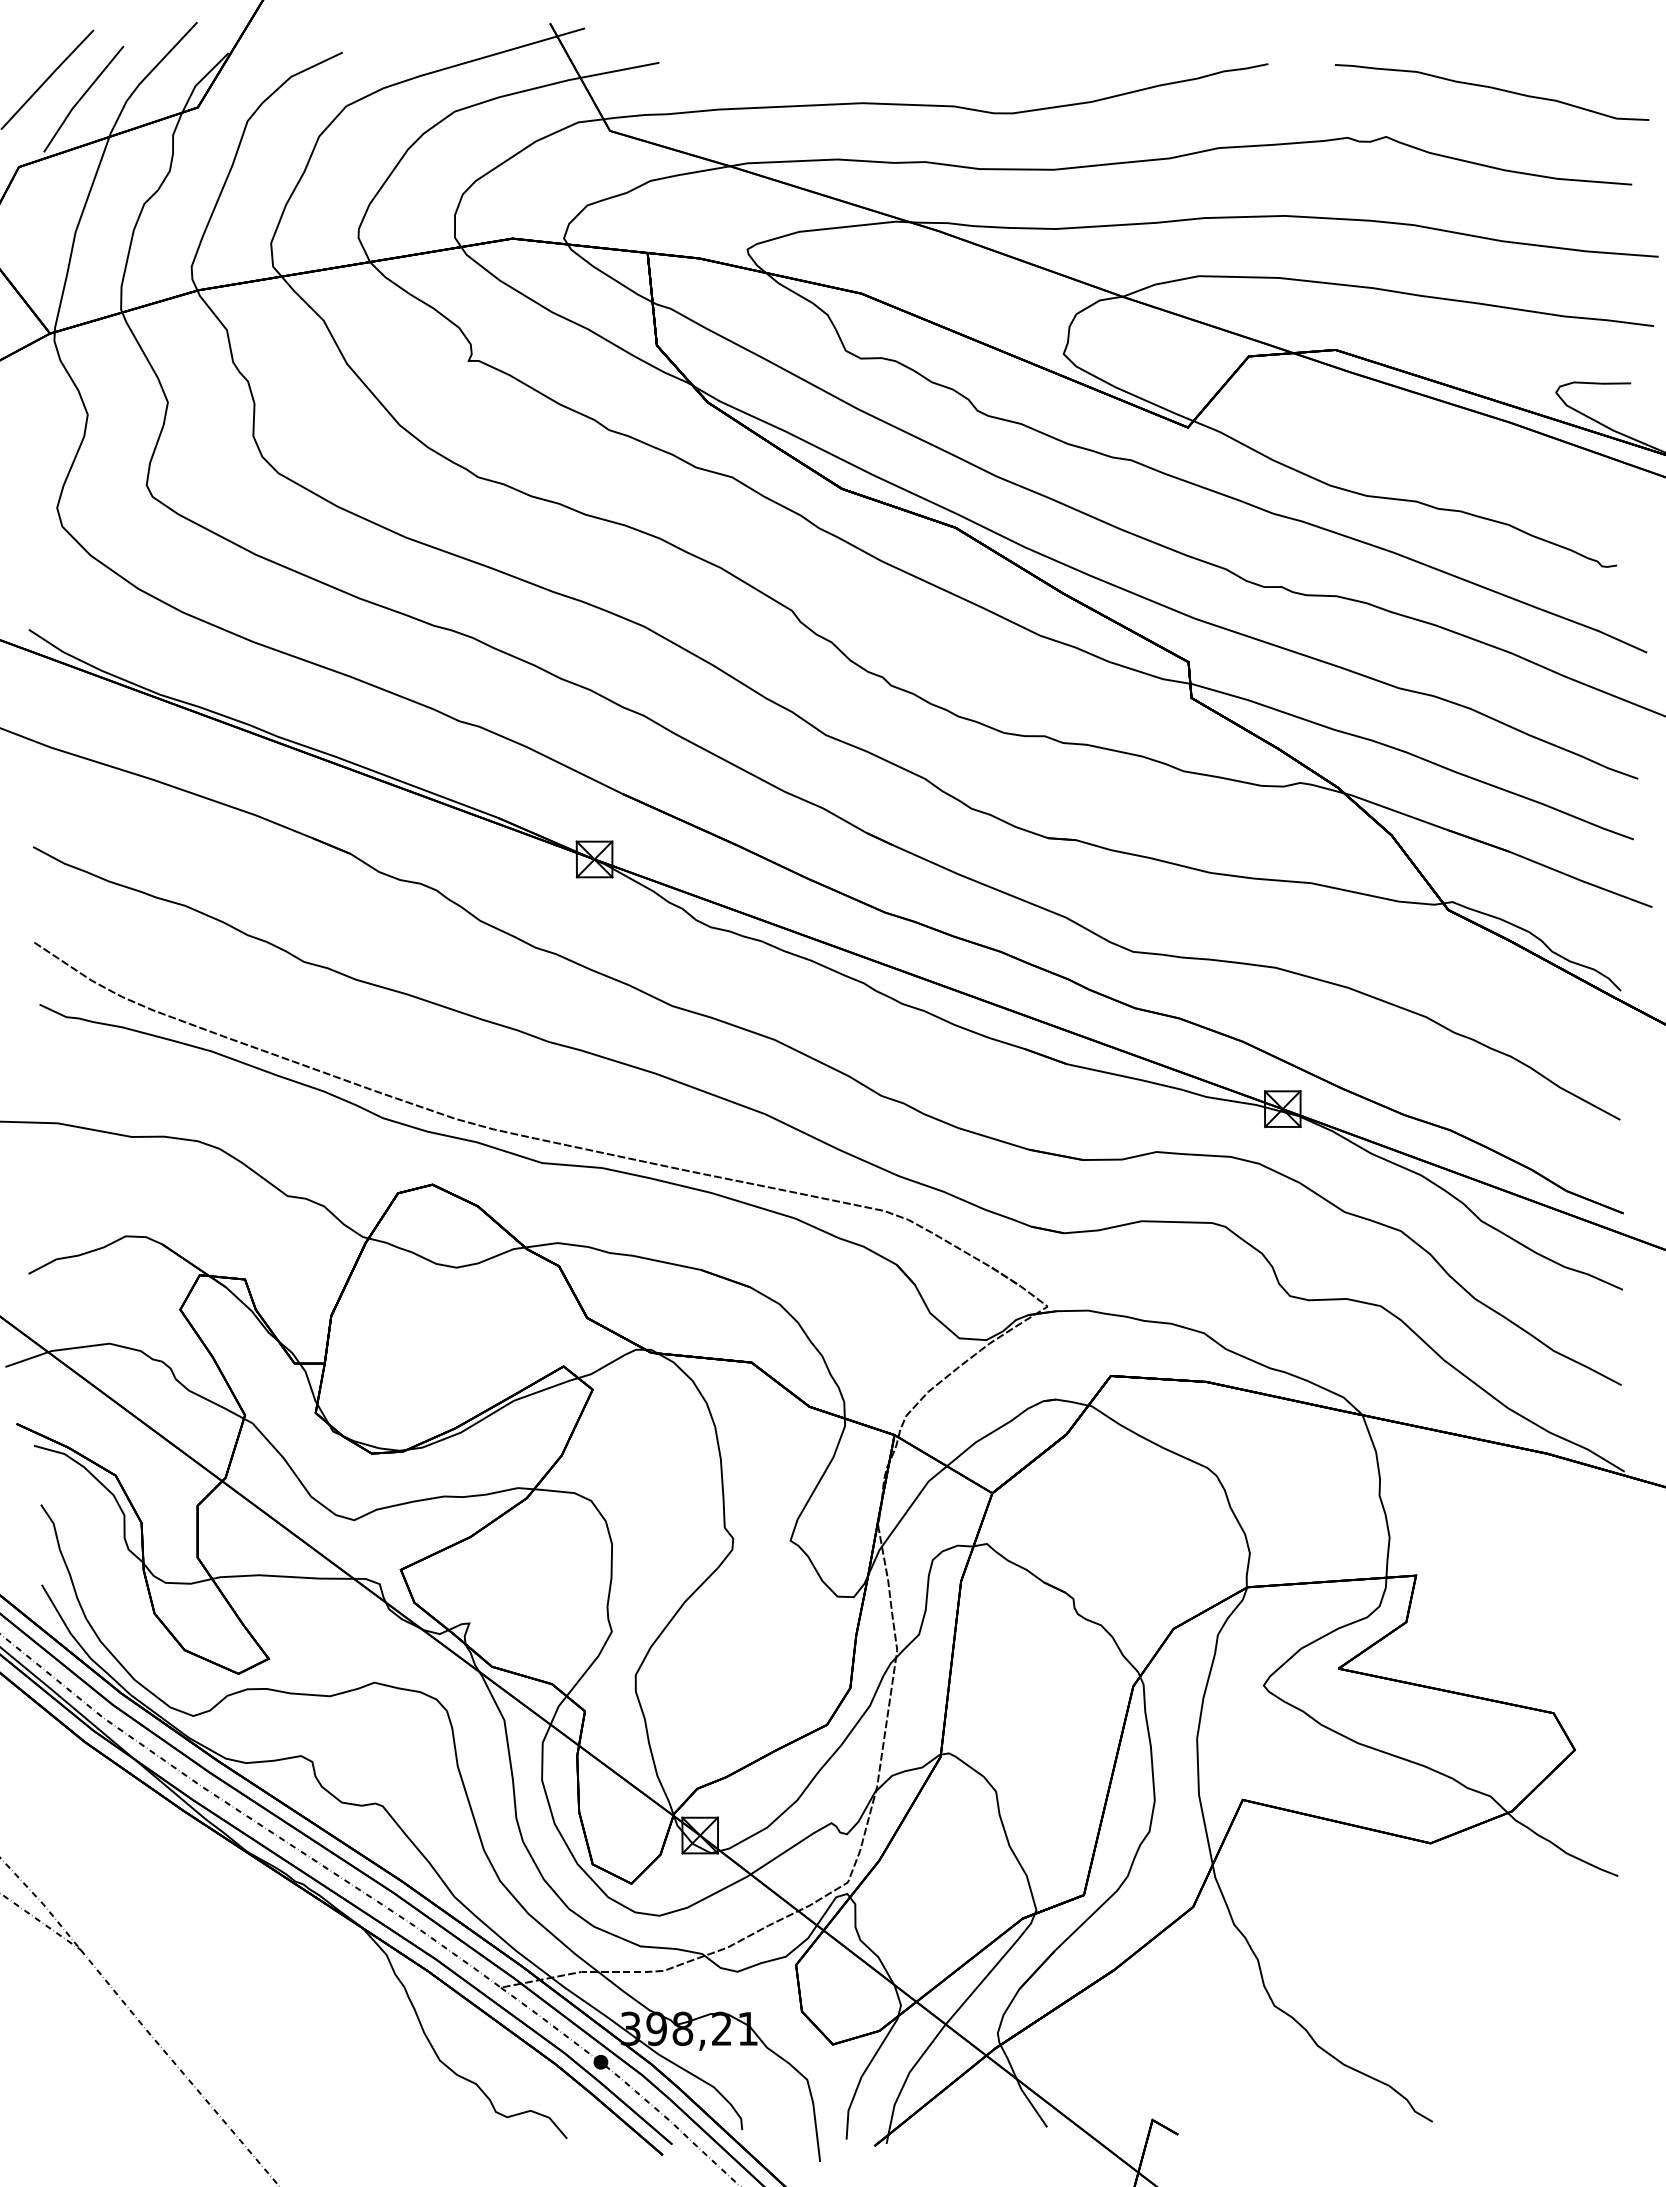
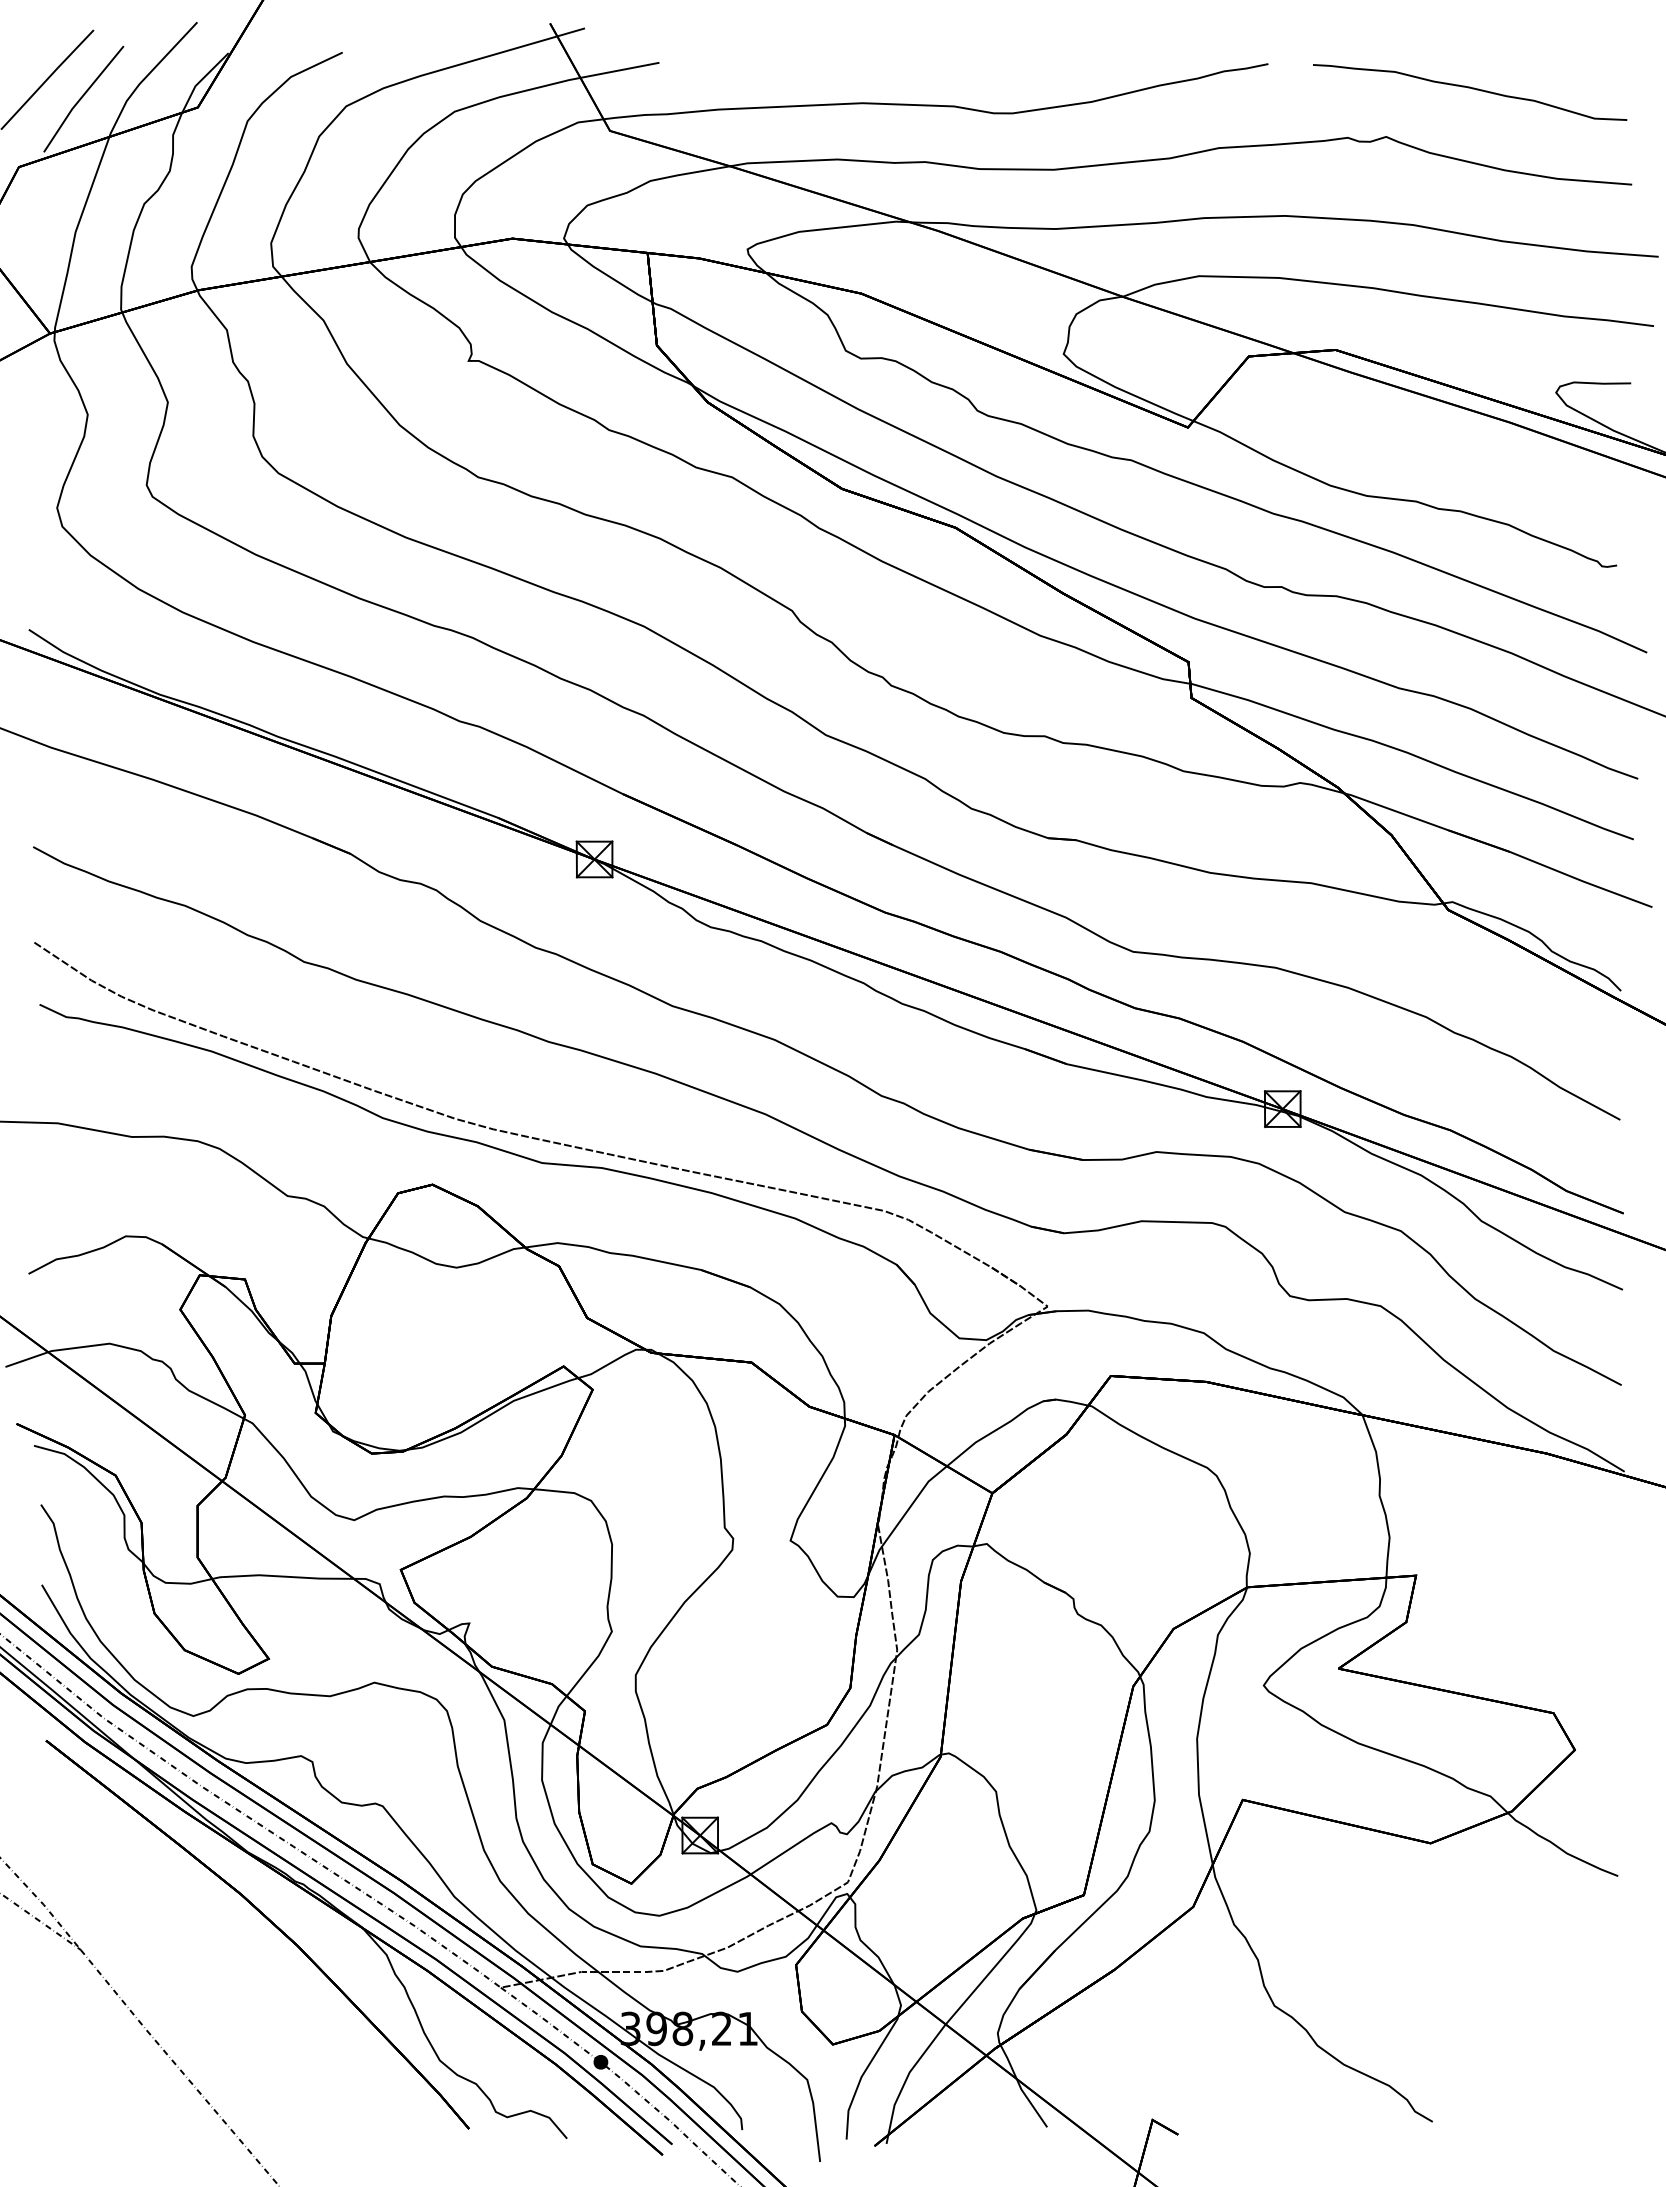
curve at (1494, 89) position: (1494, 89) -> (1472, 89)
part at (267, 1920): none -> present
